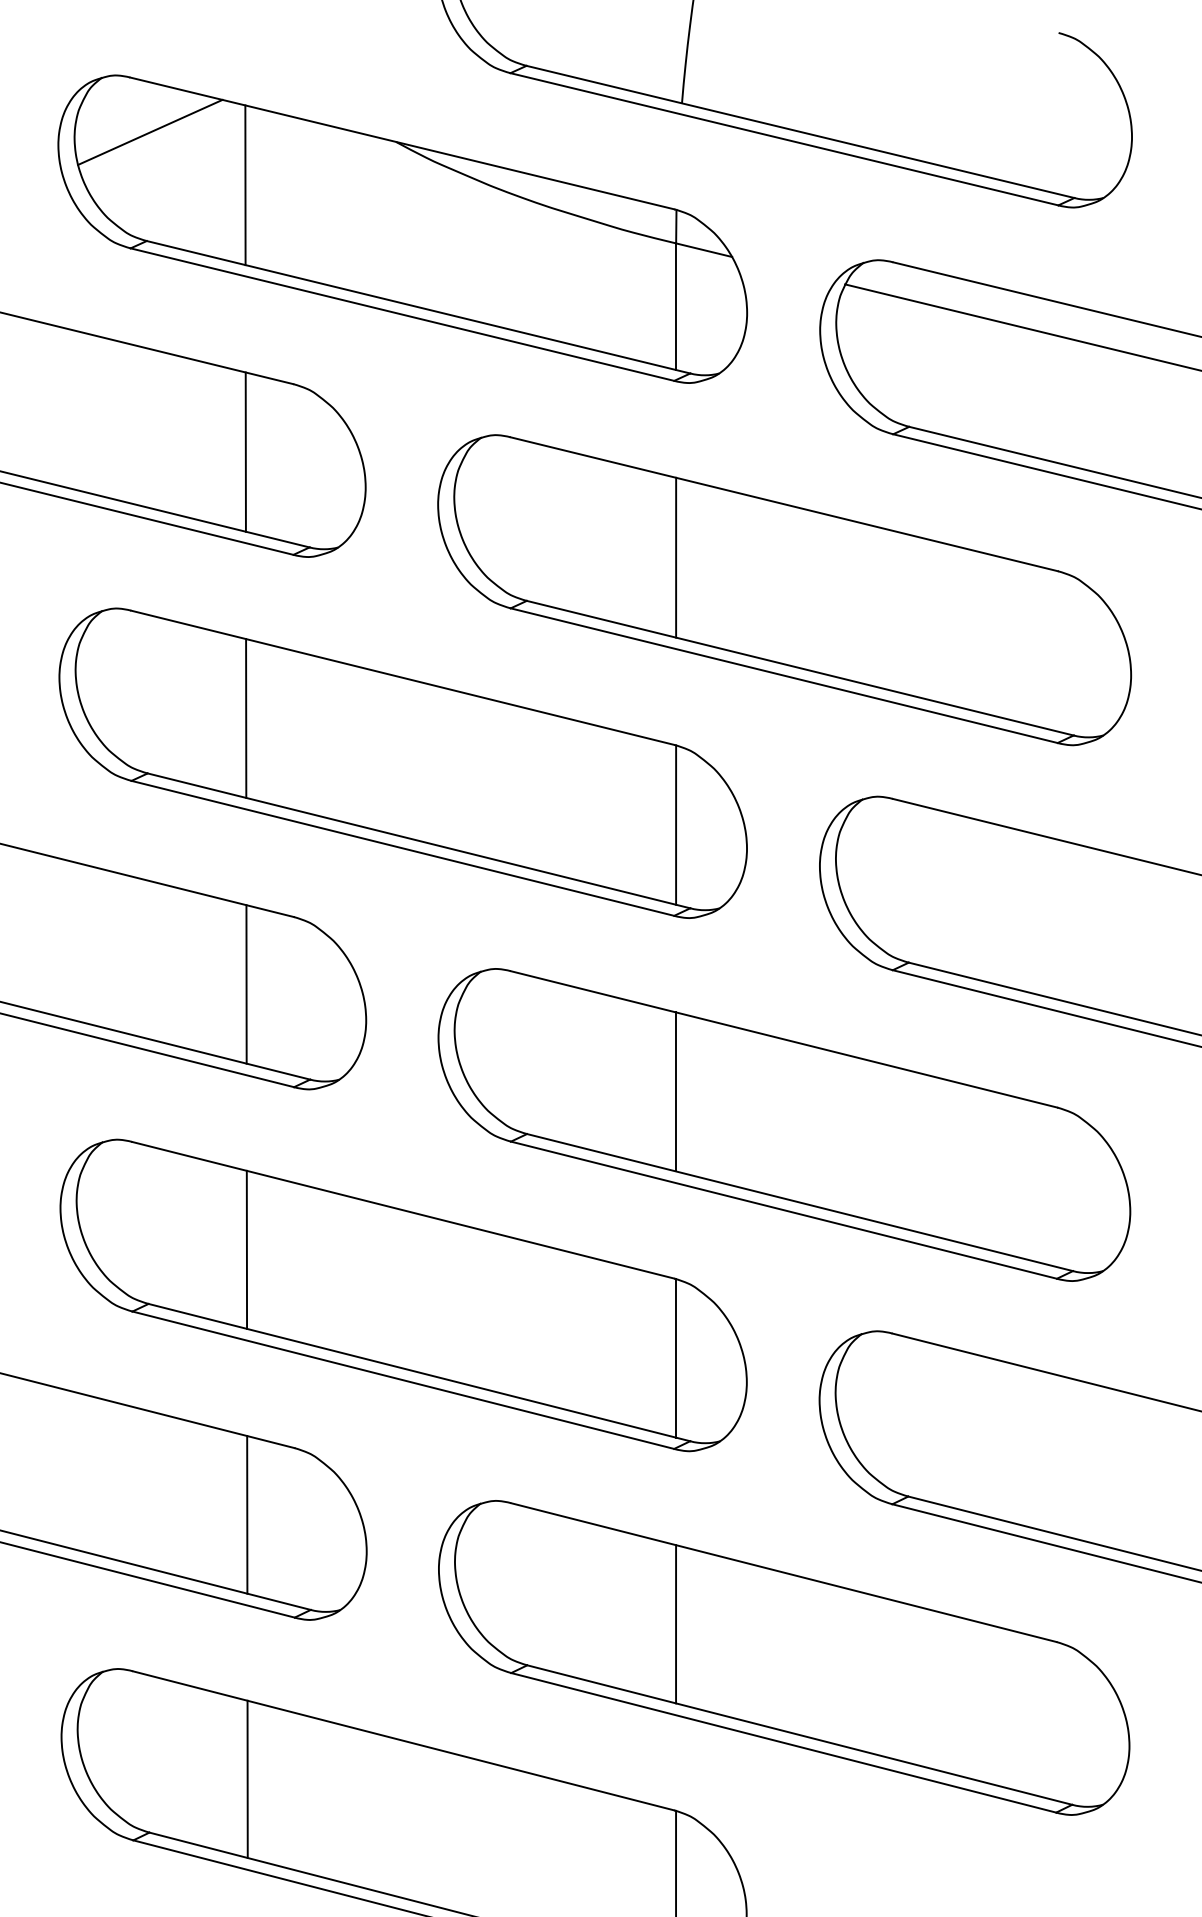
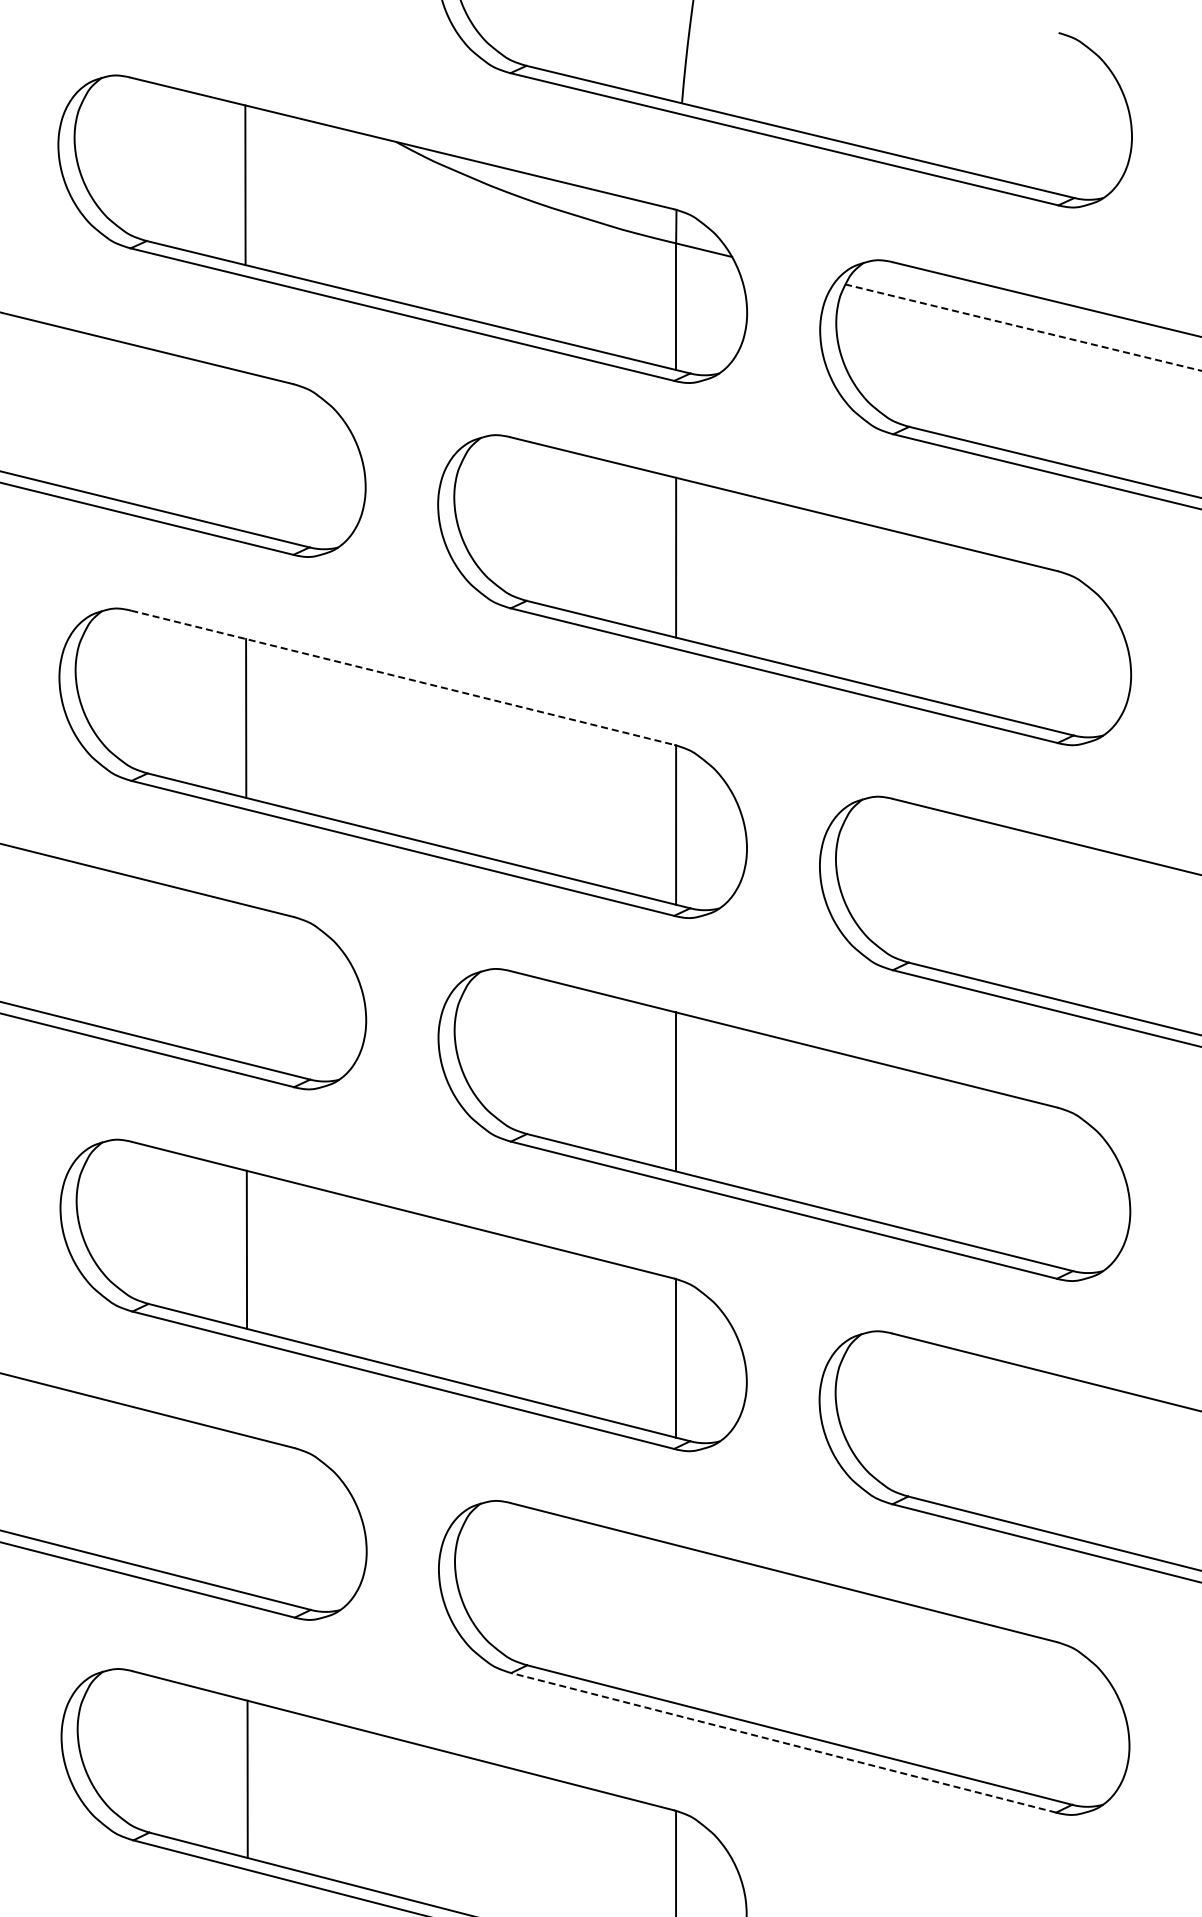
line at (150, 131): present -> none
line at (1023, 327): solid -> dashed
line at (245, 451): present -> none
line at (402, 677): solid -> dashed
line at (246, 984): present -> none
line at (247, 1514): present -> none
line at (676, 1624): present -> none
line at (783, 1742): solid -> dashed
